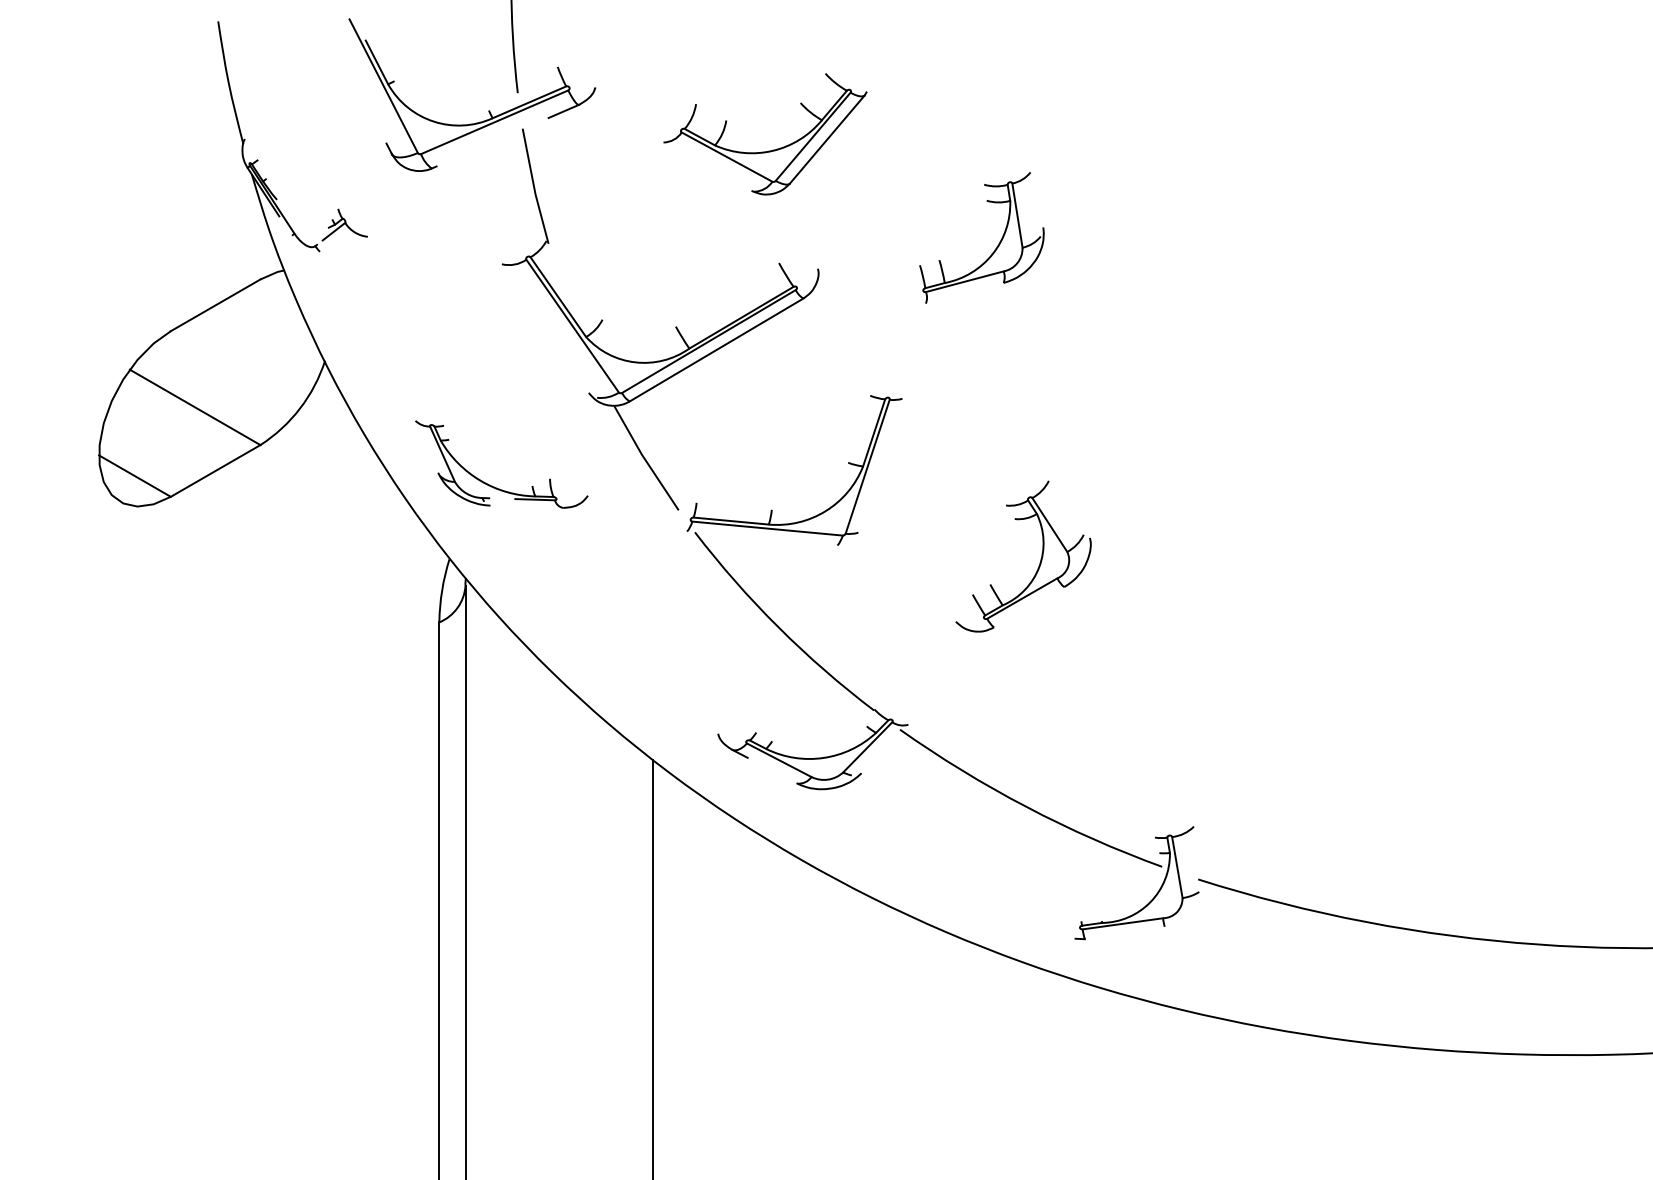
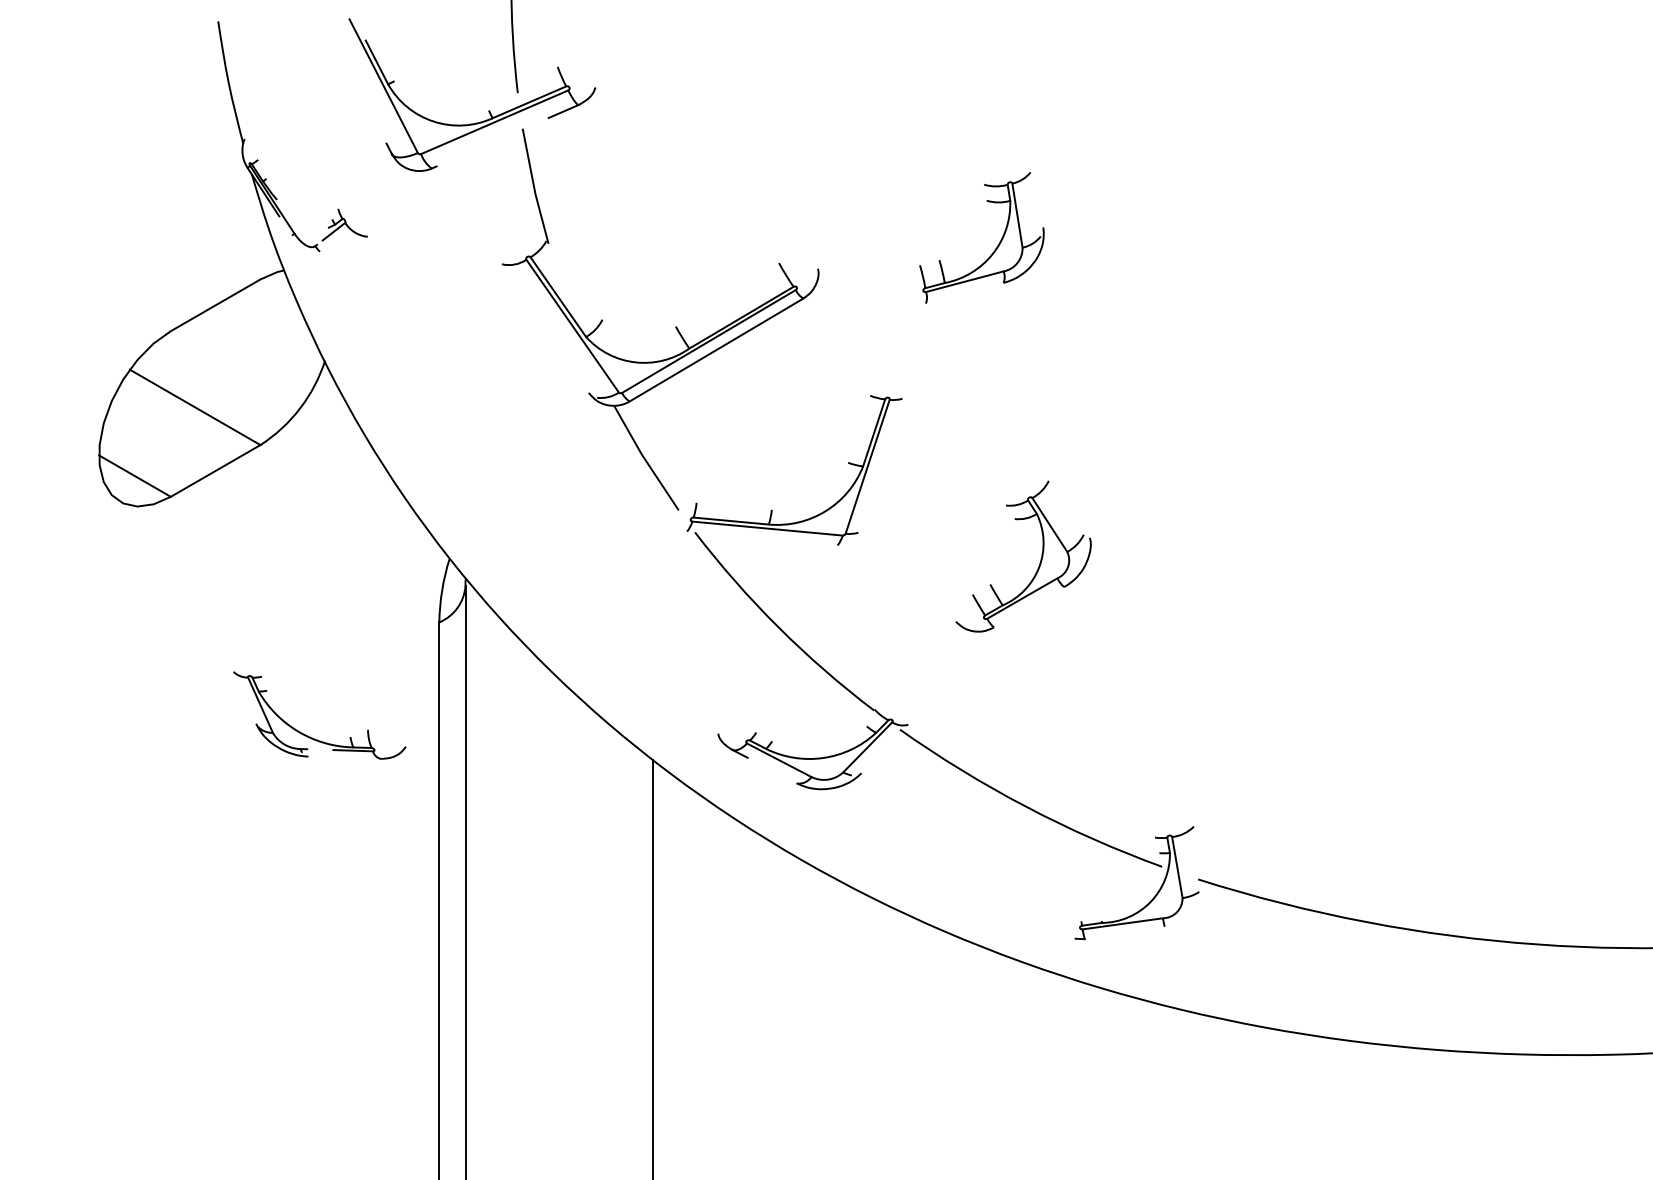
part at (768, 150): present -> none
part at (492, 485) position: (492, 485) -> (310, 736)
